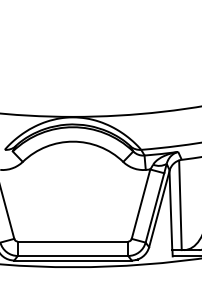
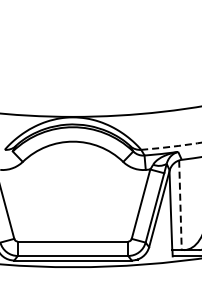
arc at (171, 146): solid -> dashed
line at (180, 205): solid -> dashed
